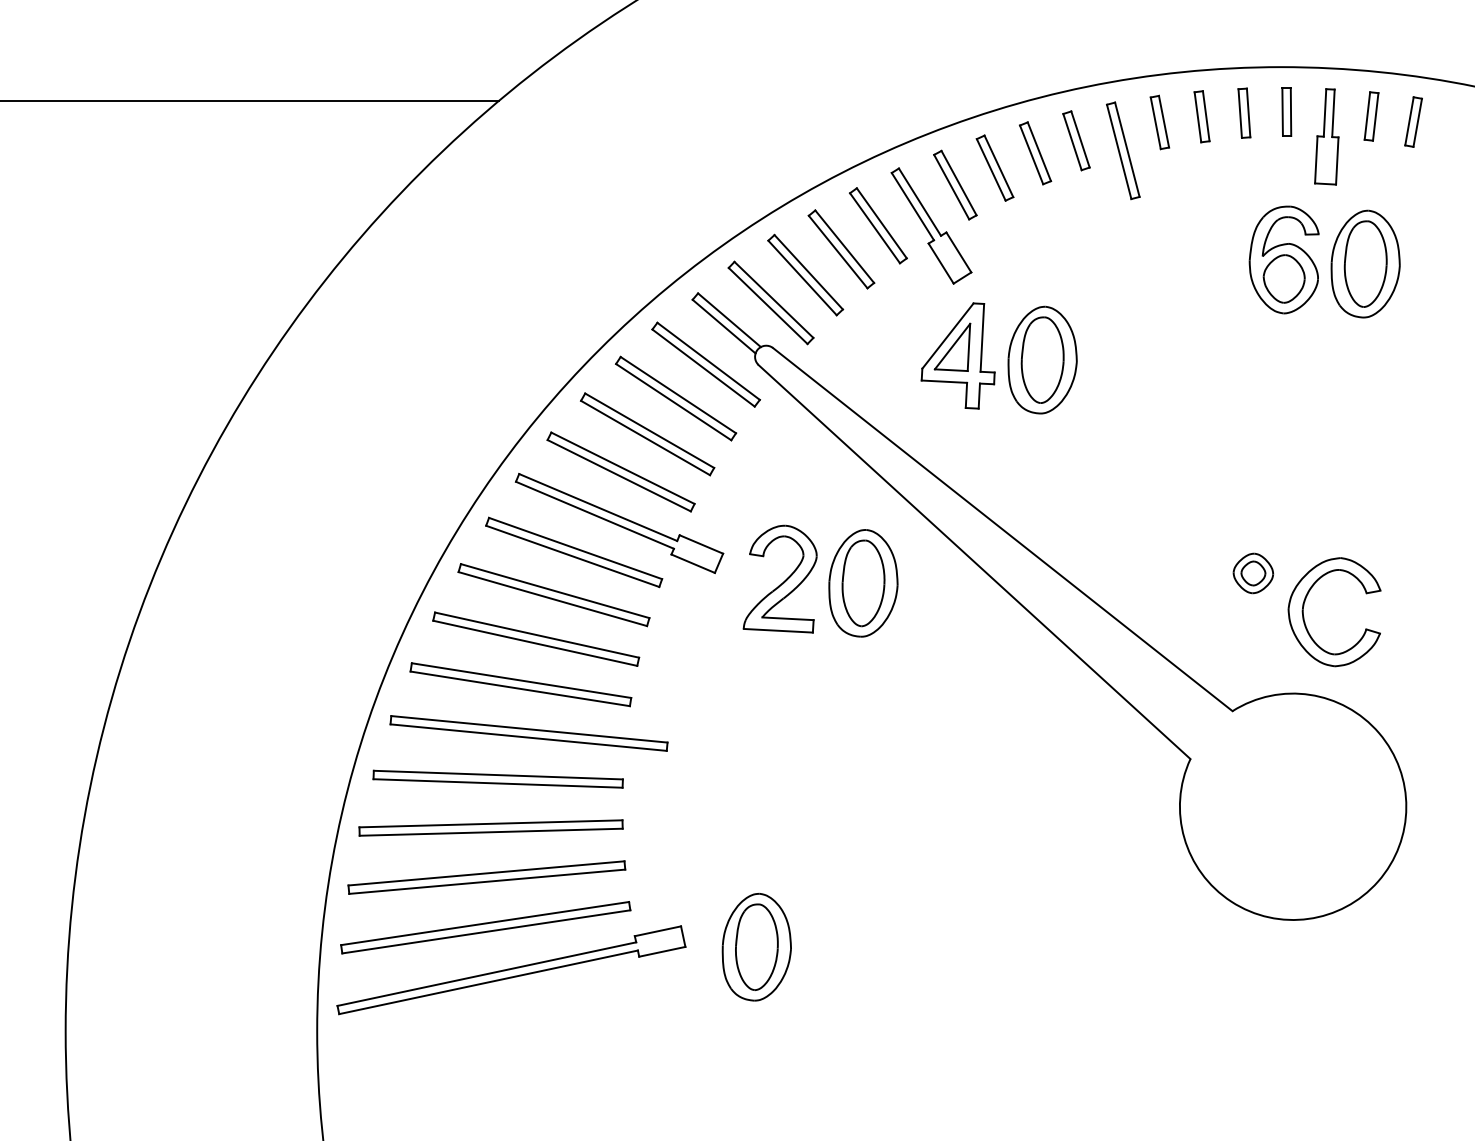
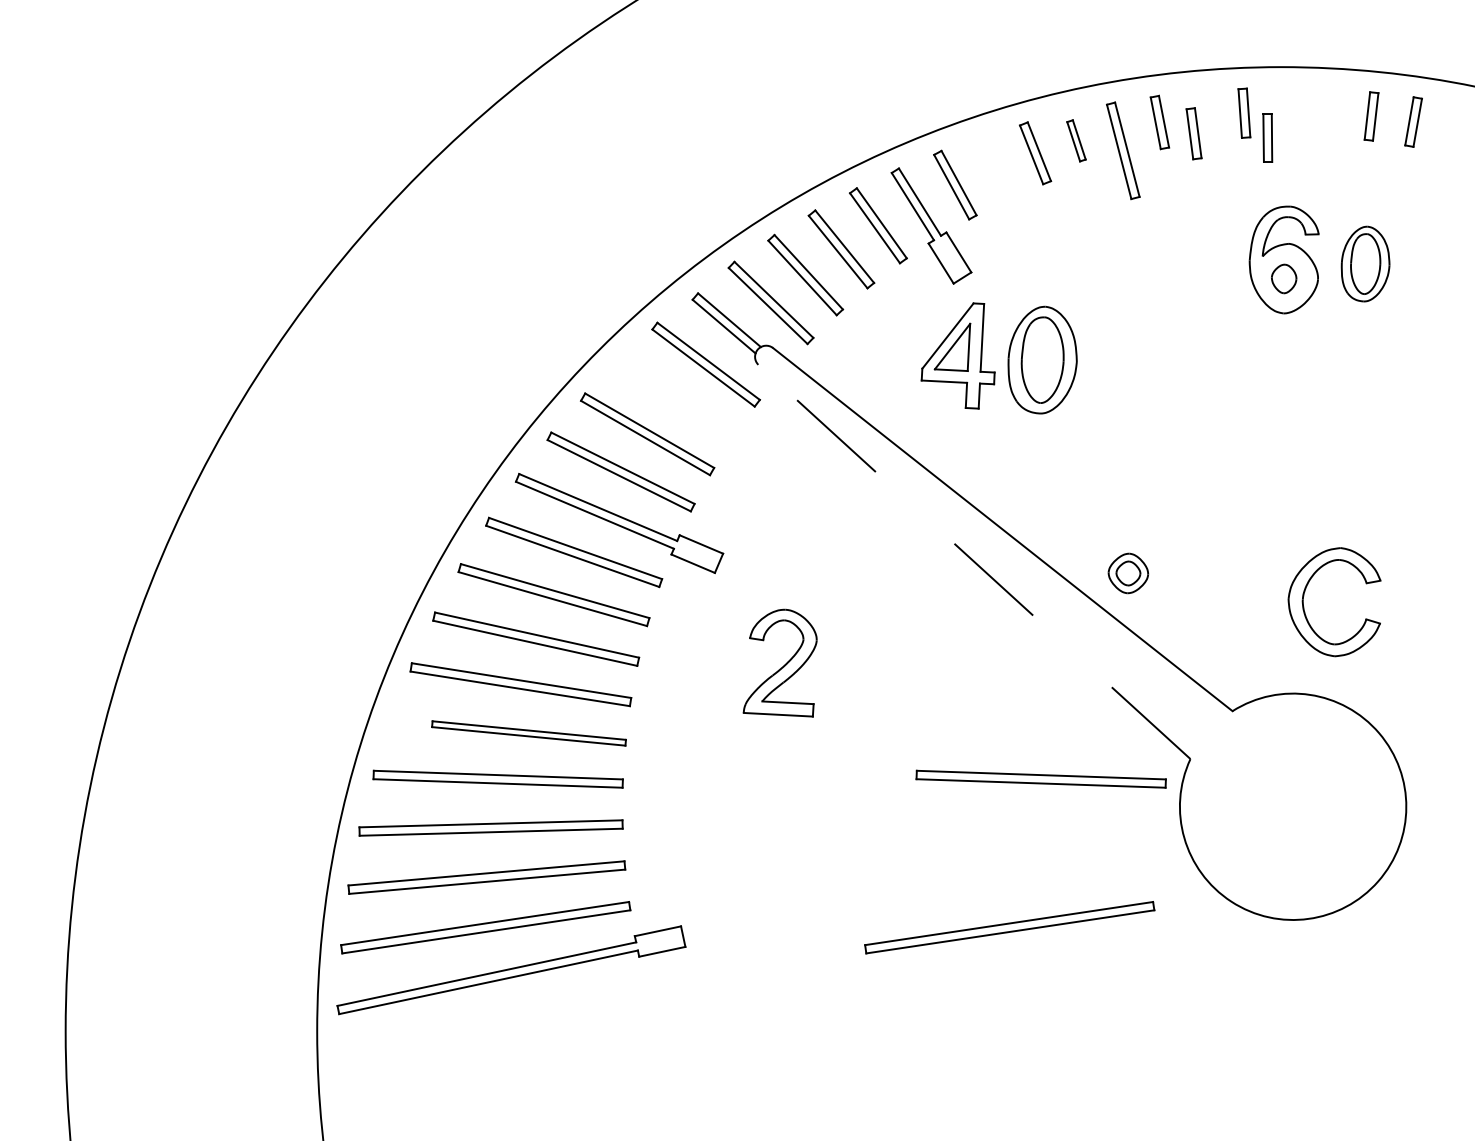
line at (250, 100): present -> none
part at (1286, 111) position: (1286, 111) -> (1267, 137)
part at (1201, 116) position: (1201, 116) -> (1193, 133)
part at (1326, 136): present -> none
part at (1076, 140) size: 29x62 px -> 21x44 px
part at (994, 167): present -> none
part at (1365, 263) size: 71x110 px -> 51x78 px
part at (1283, 278) size: 44x50 px -> 27x32 px
part at (676, 398): present -> none
line at (974, 561): solid -> dashed
part at (1253, 573) position: (1253, 573) -> (1128, 573)
part at (779, 578) position: (779, 578) -> (779, 662)
part at (863, 583): present -> none
part at (1304, 616) position: (1304, 616) -> (1304, 606)
part at (528, 733) size: 280x37 px -> 196x27 px
part at (1040, 778): none -> present
part at (1009, 927): none -> present
part at (756, 947): present -> none
